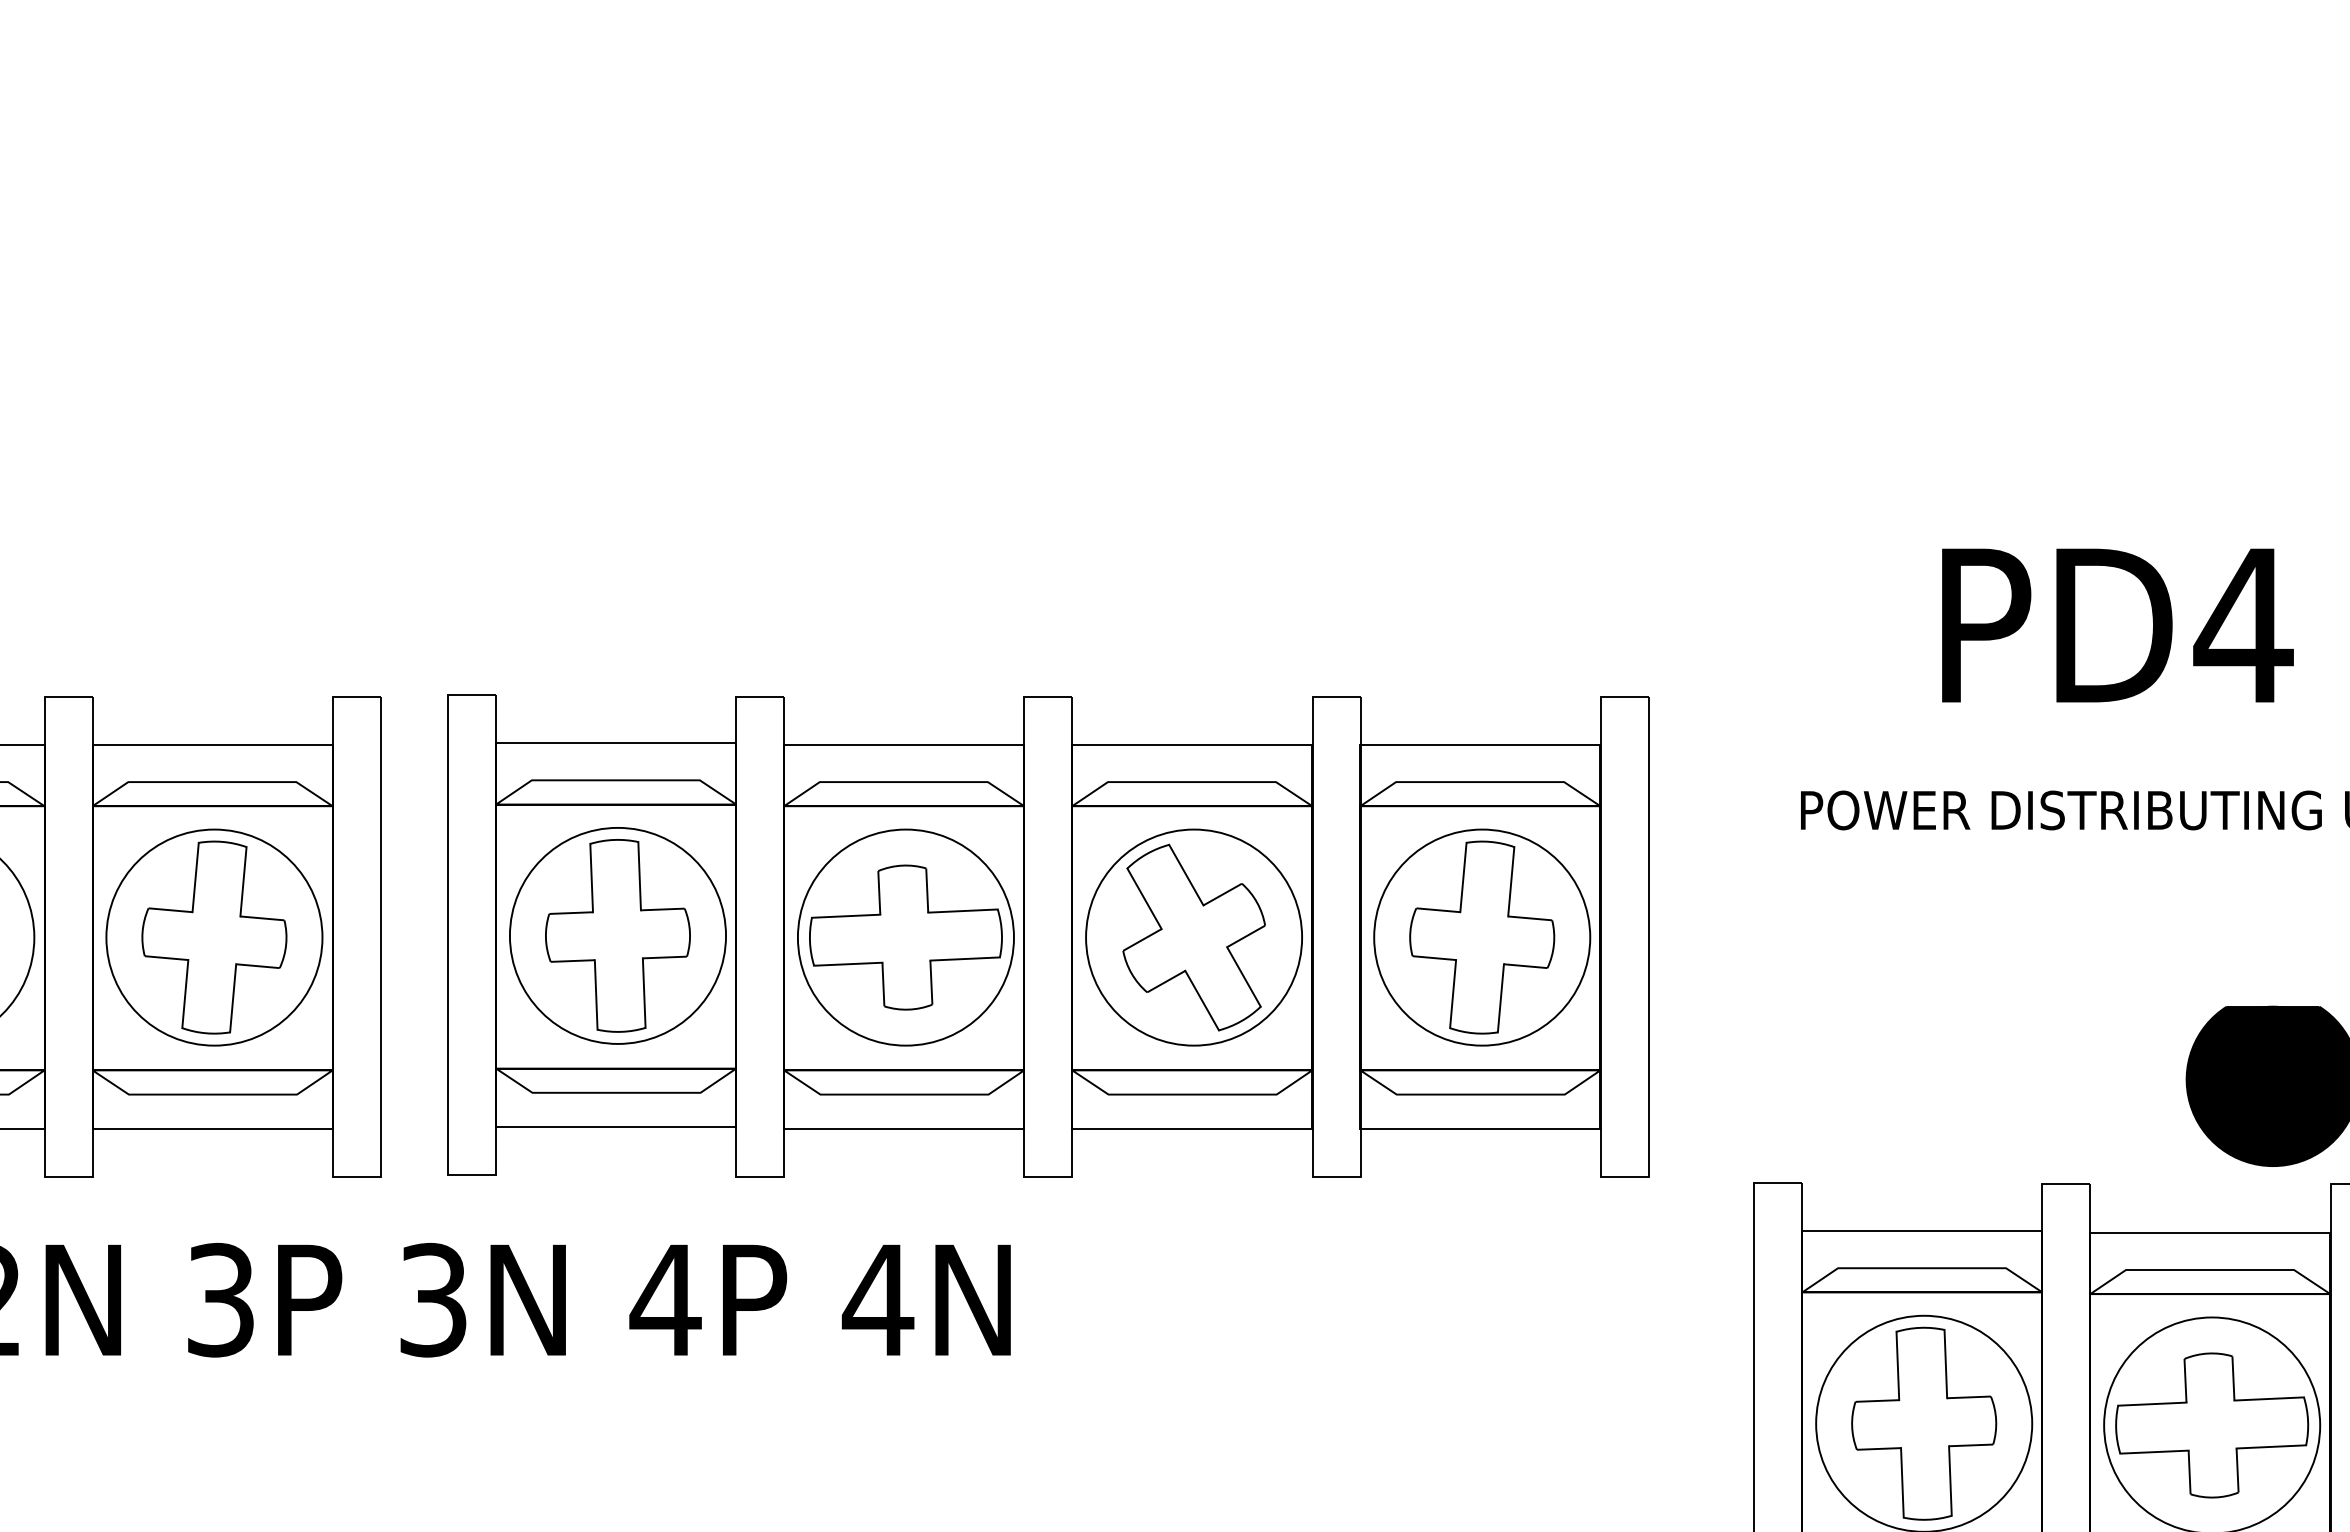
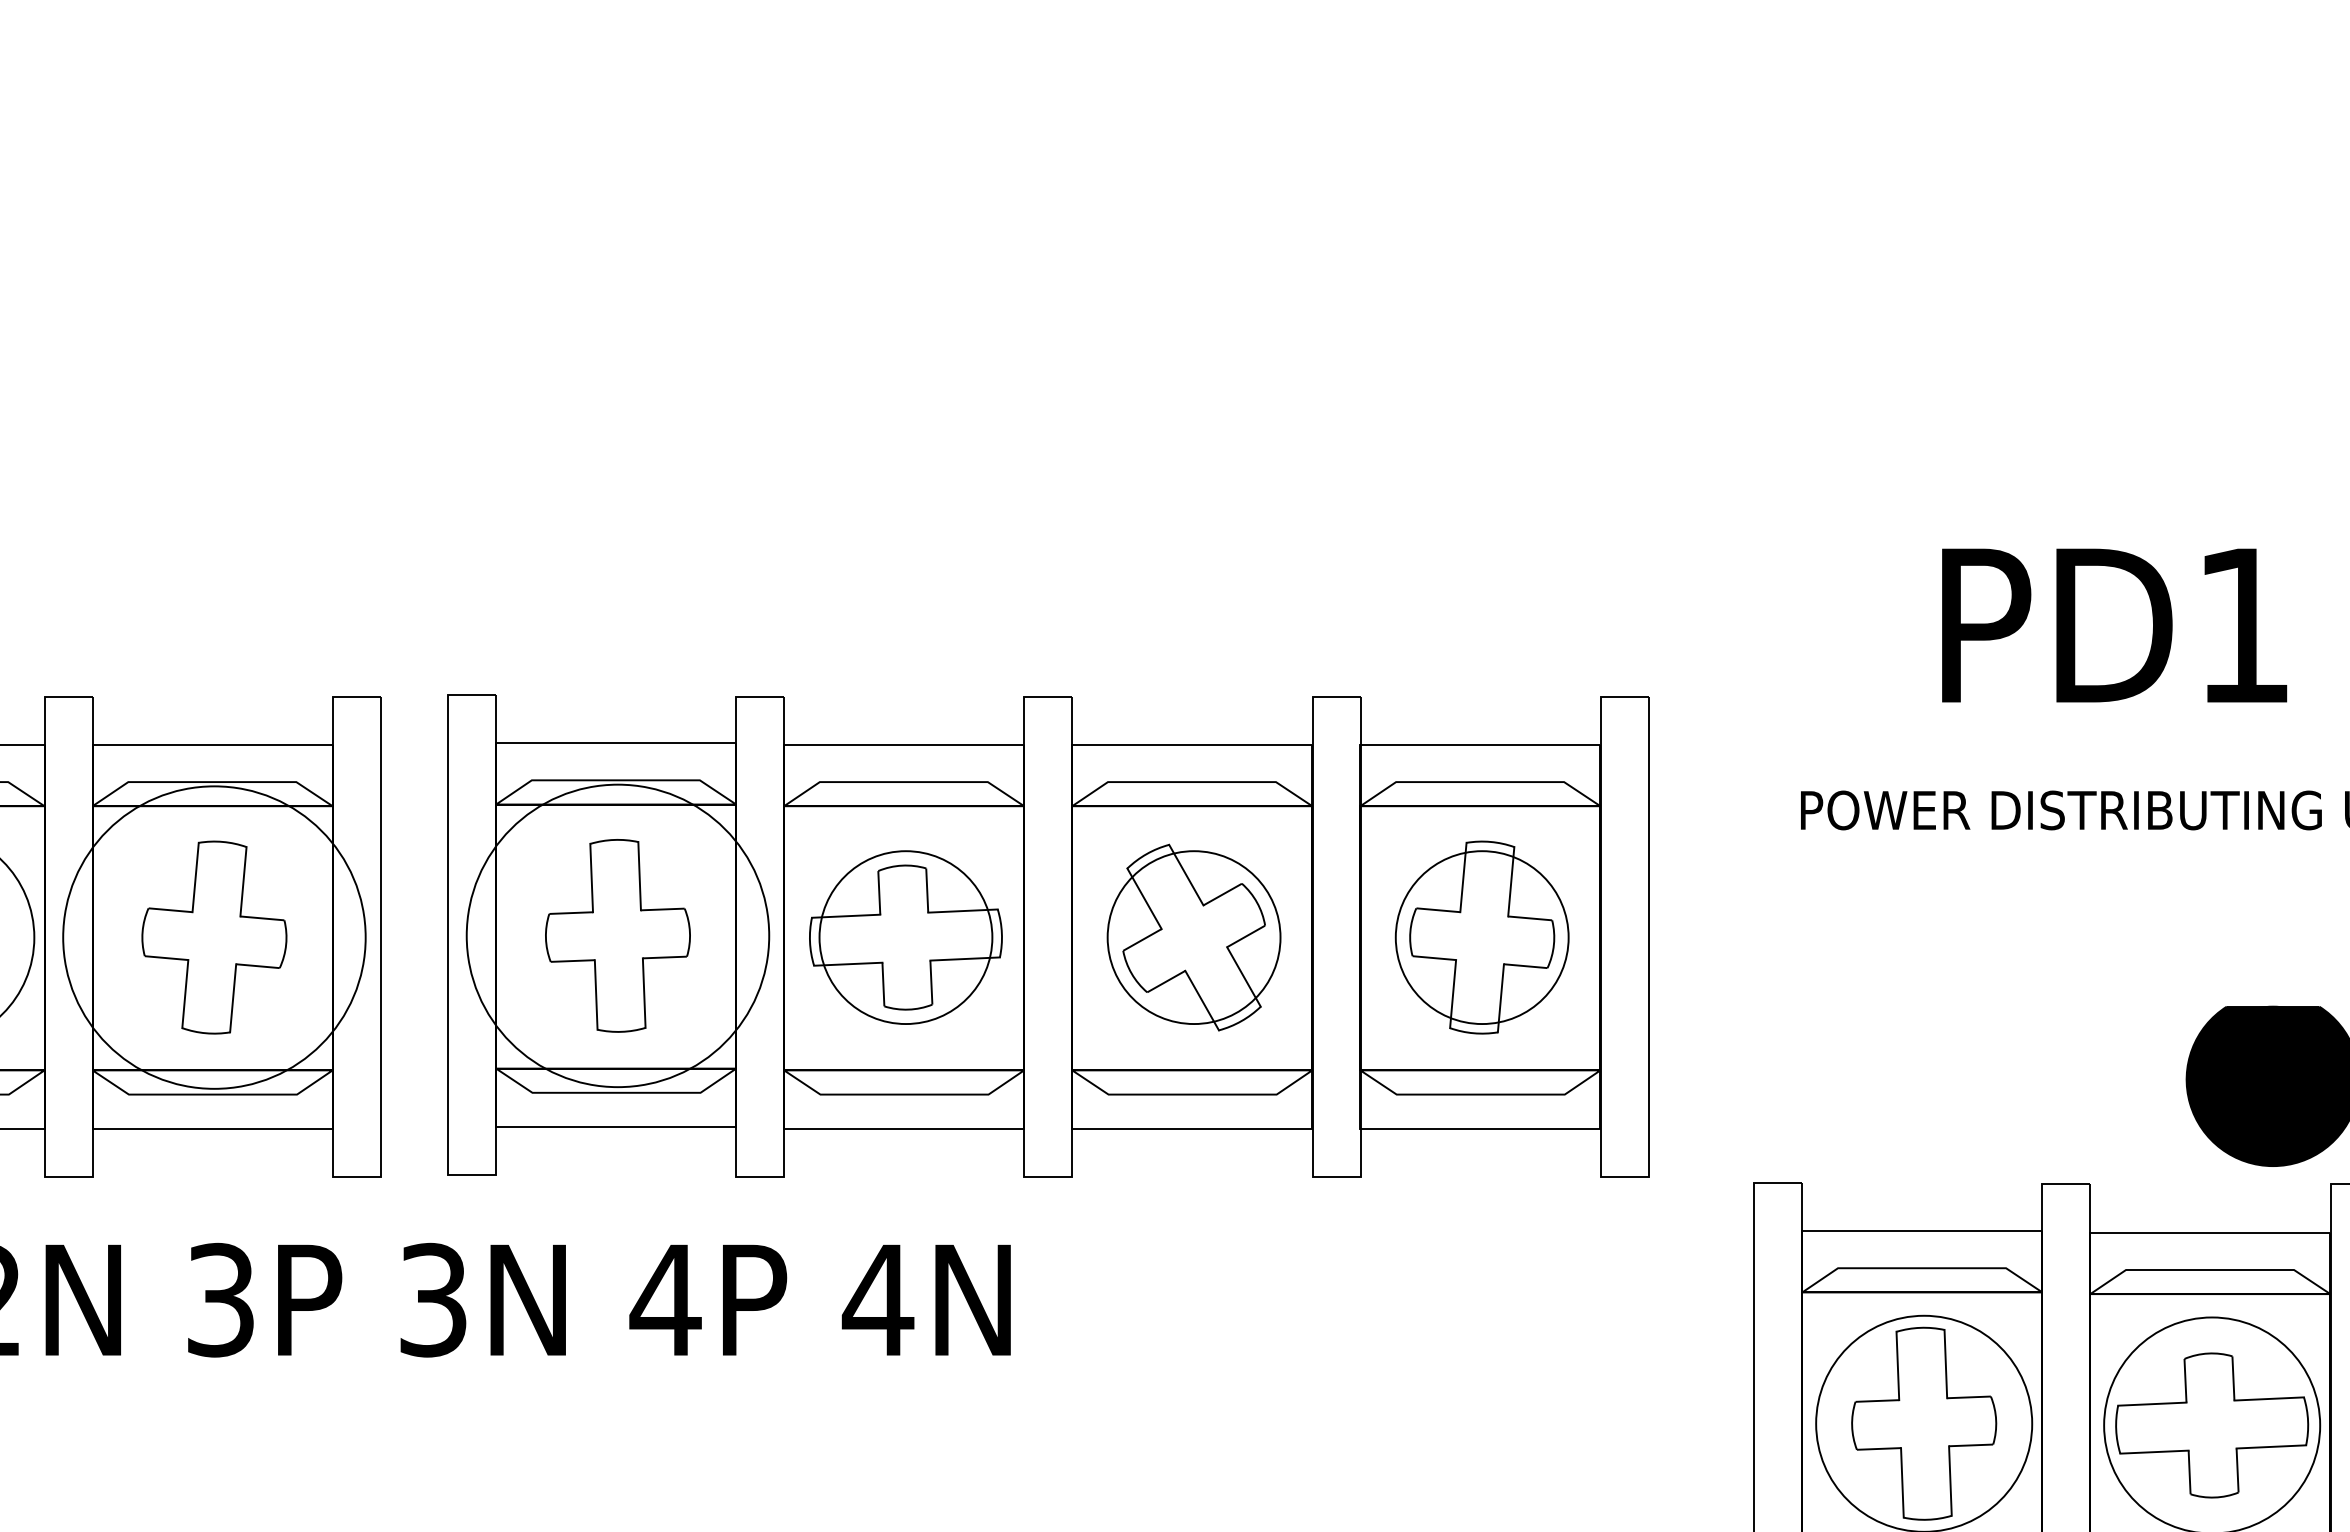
text at (2243, 625): PD4 -> PD1
circle at (617, 935) diameter: 216 px -> 302 px
circle at (214, 937) diameter: 216 px -> 302 px
circle at (905, 937) diameter: 216 px -> 173 px
circle at (1194, 937) diameter: 216 px -> 173 px
circle at (1482, 937) diameter: 216 px -> 173 px
